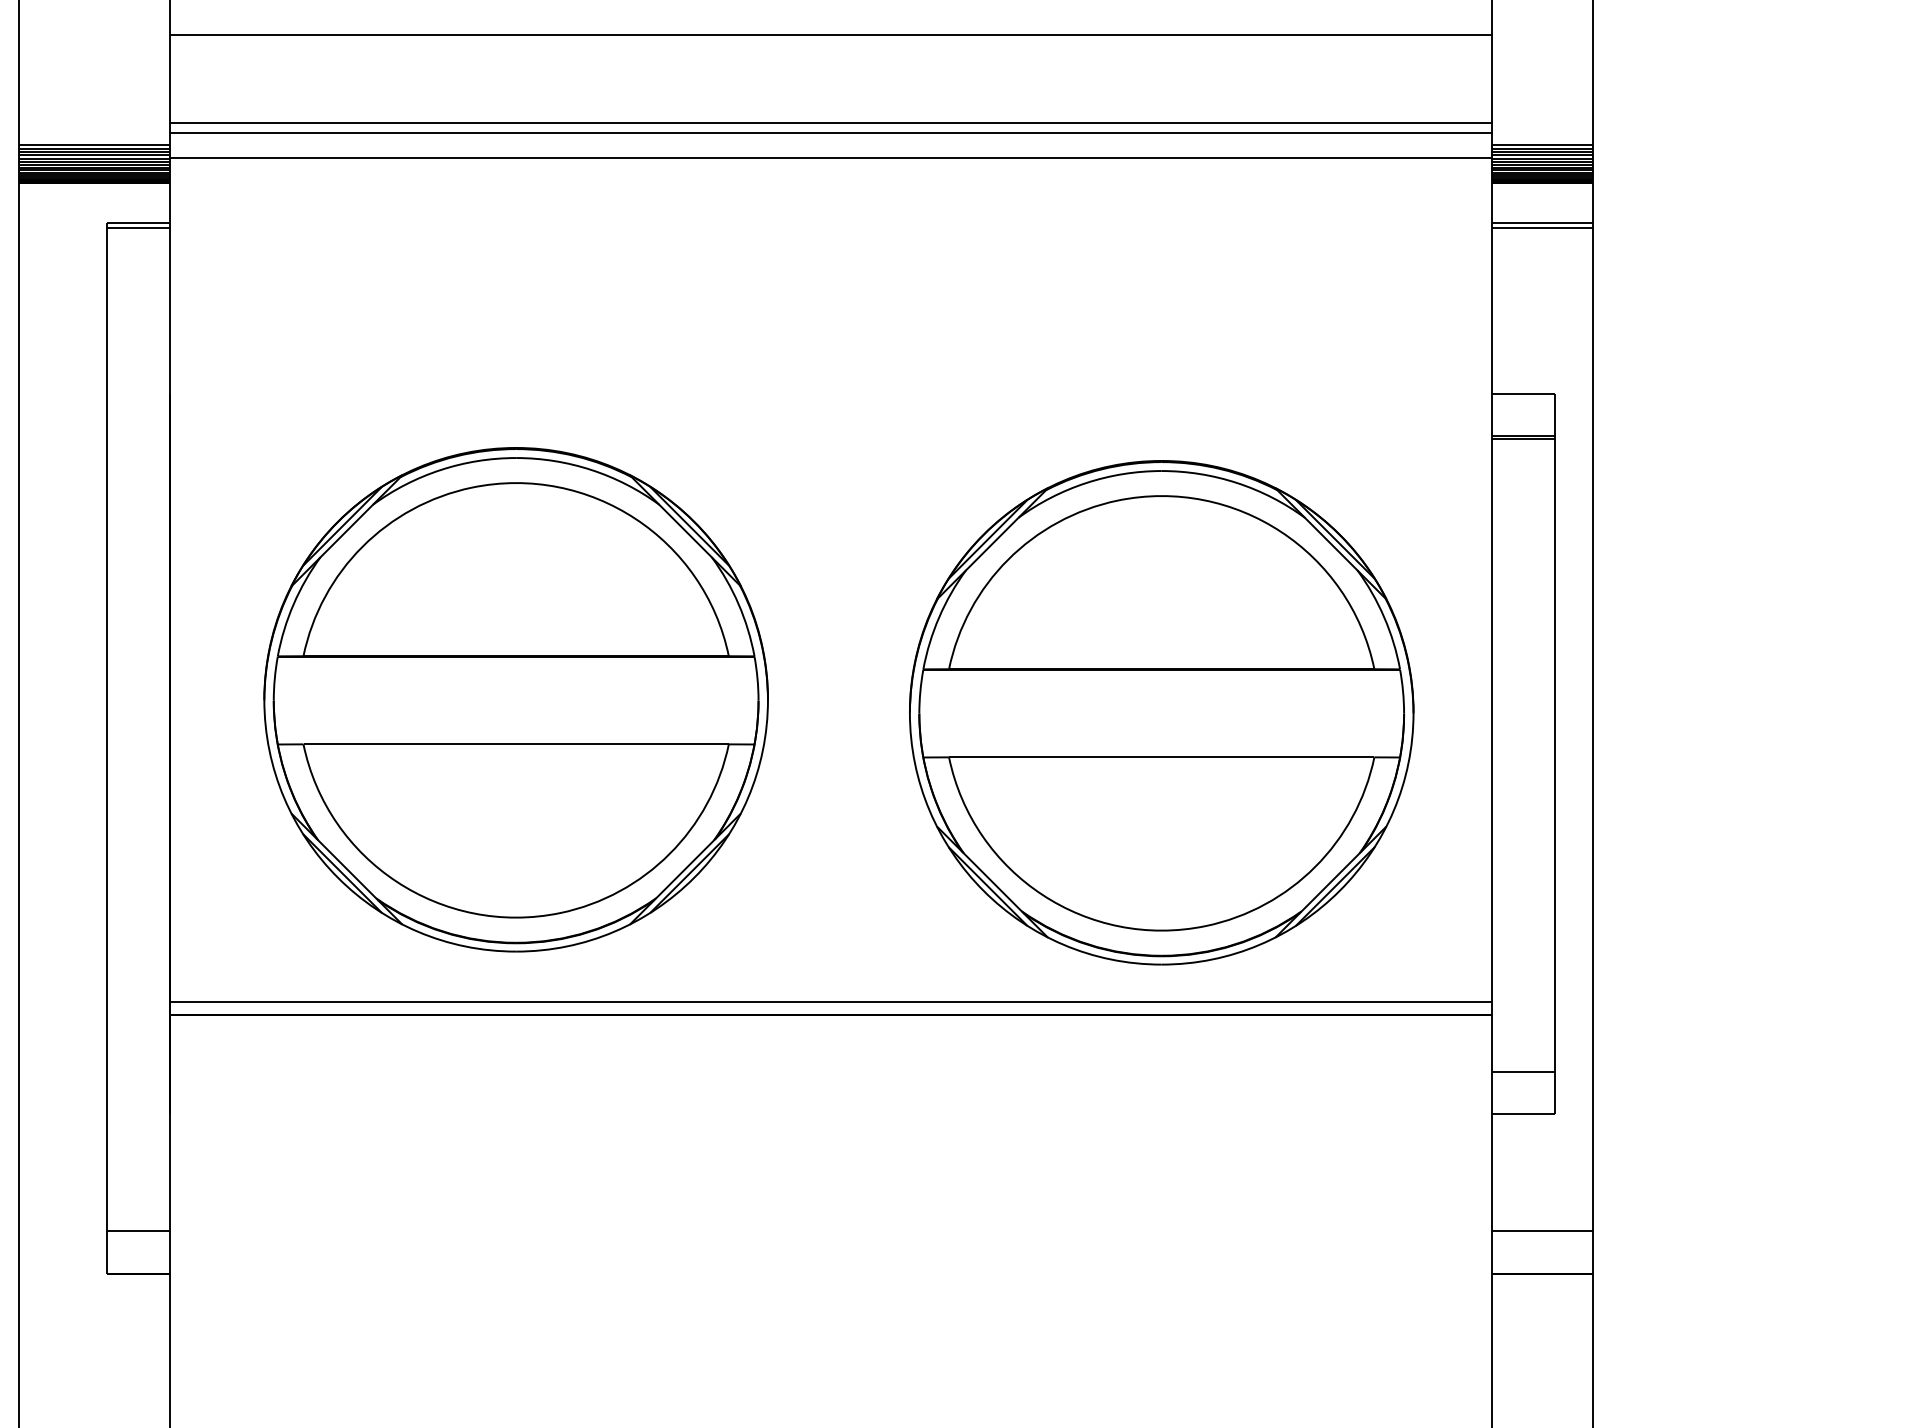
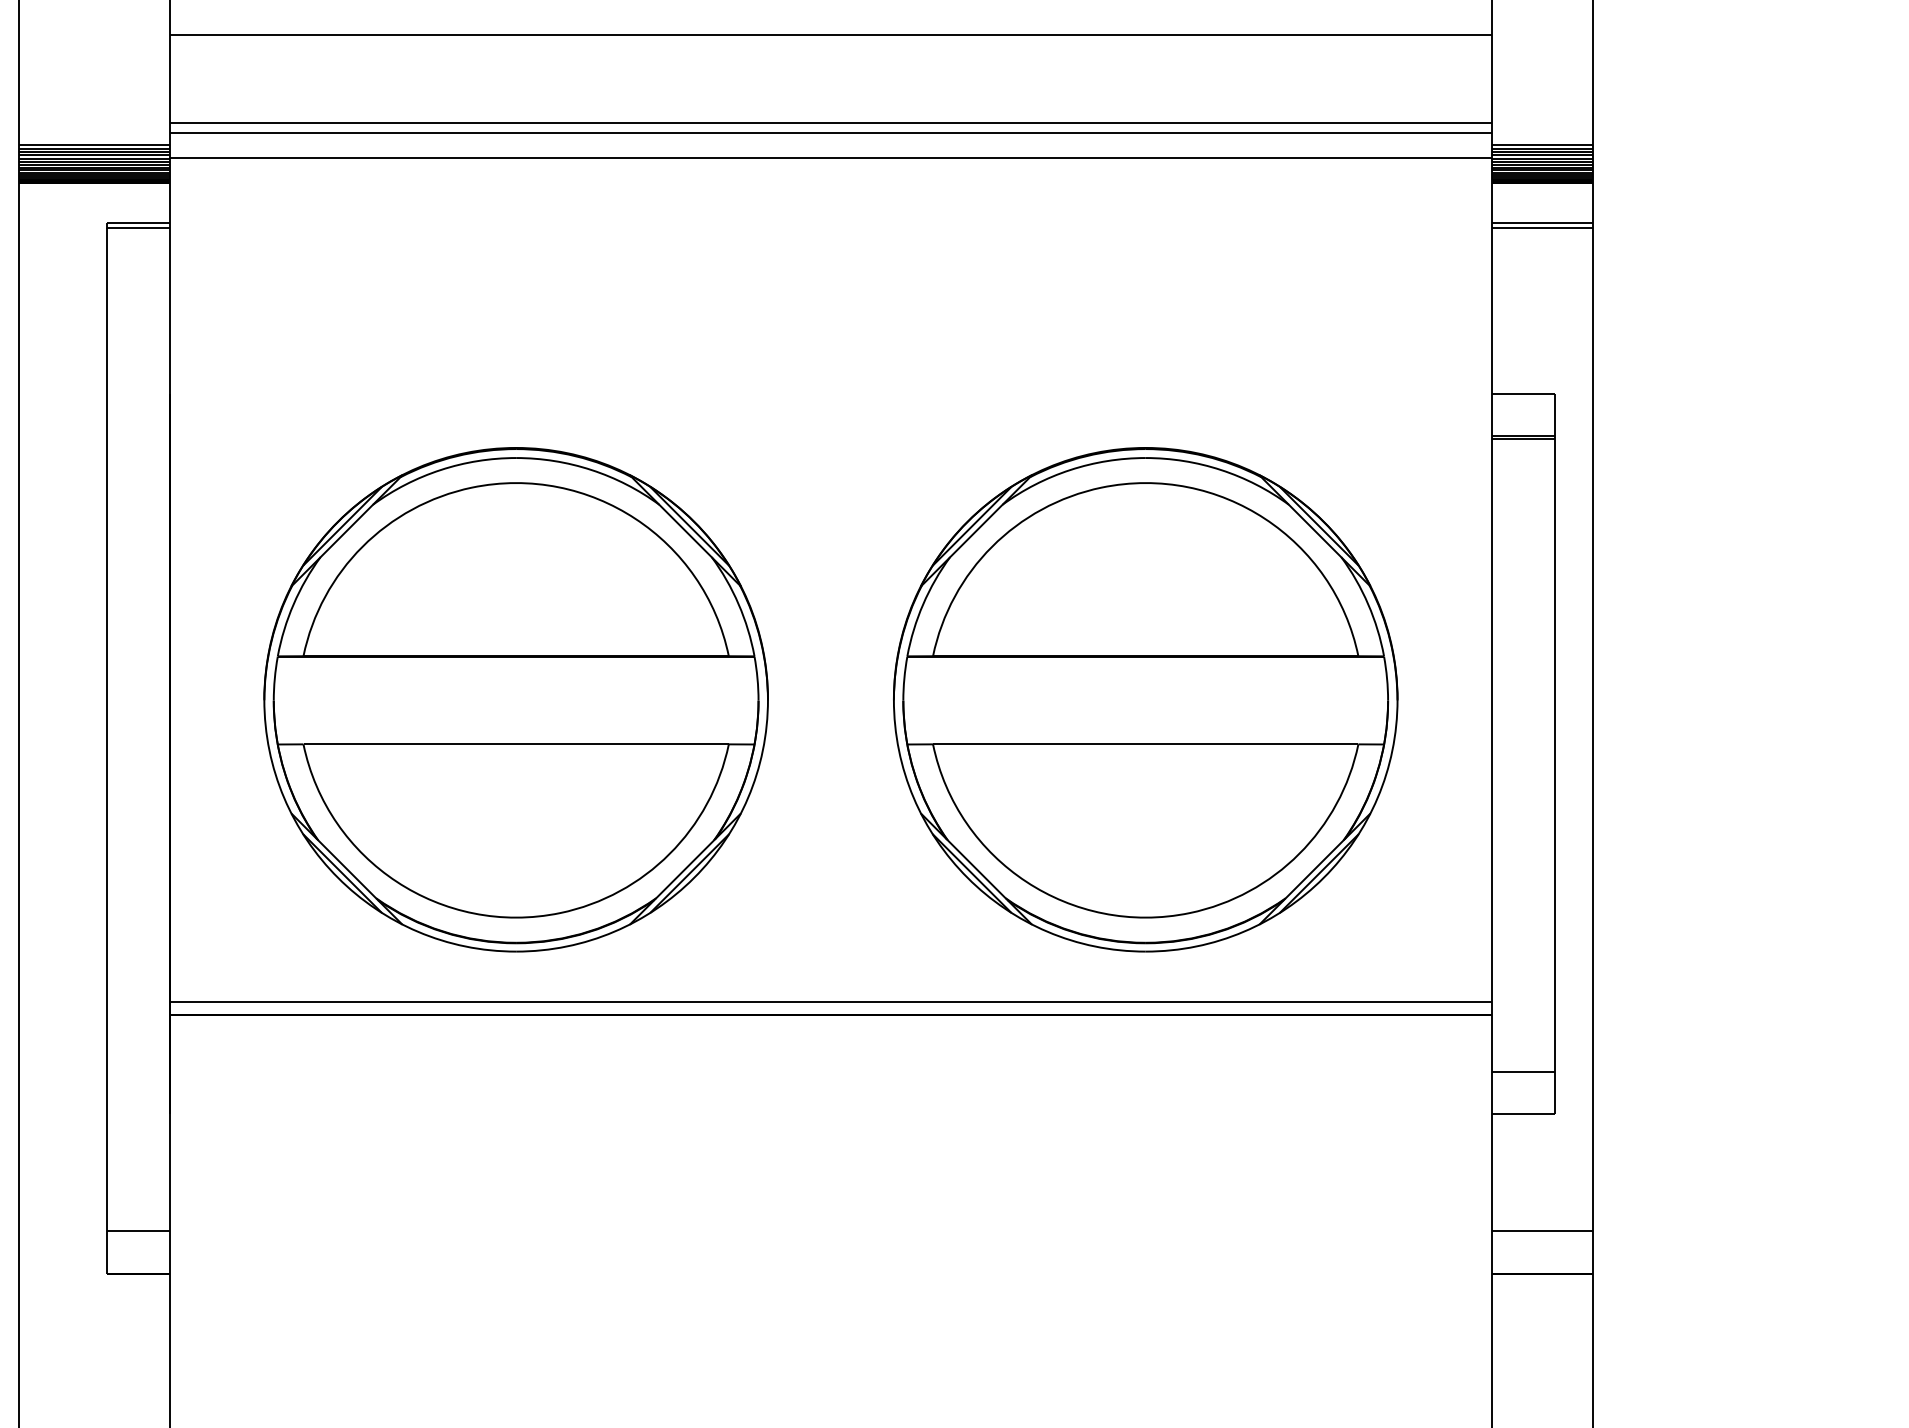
part at (1161, 712) position: (1161, 712) -> (1145, 699)
